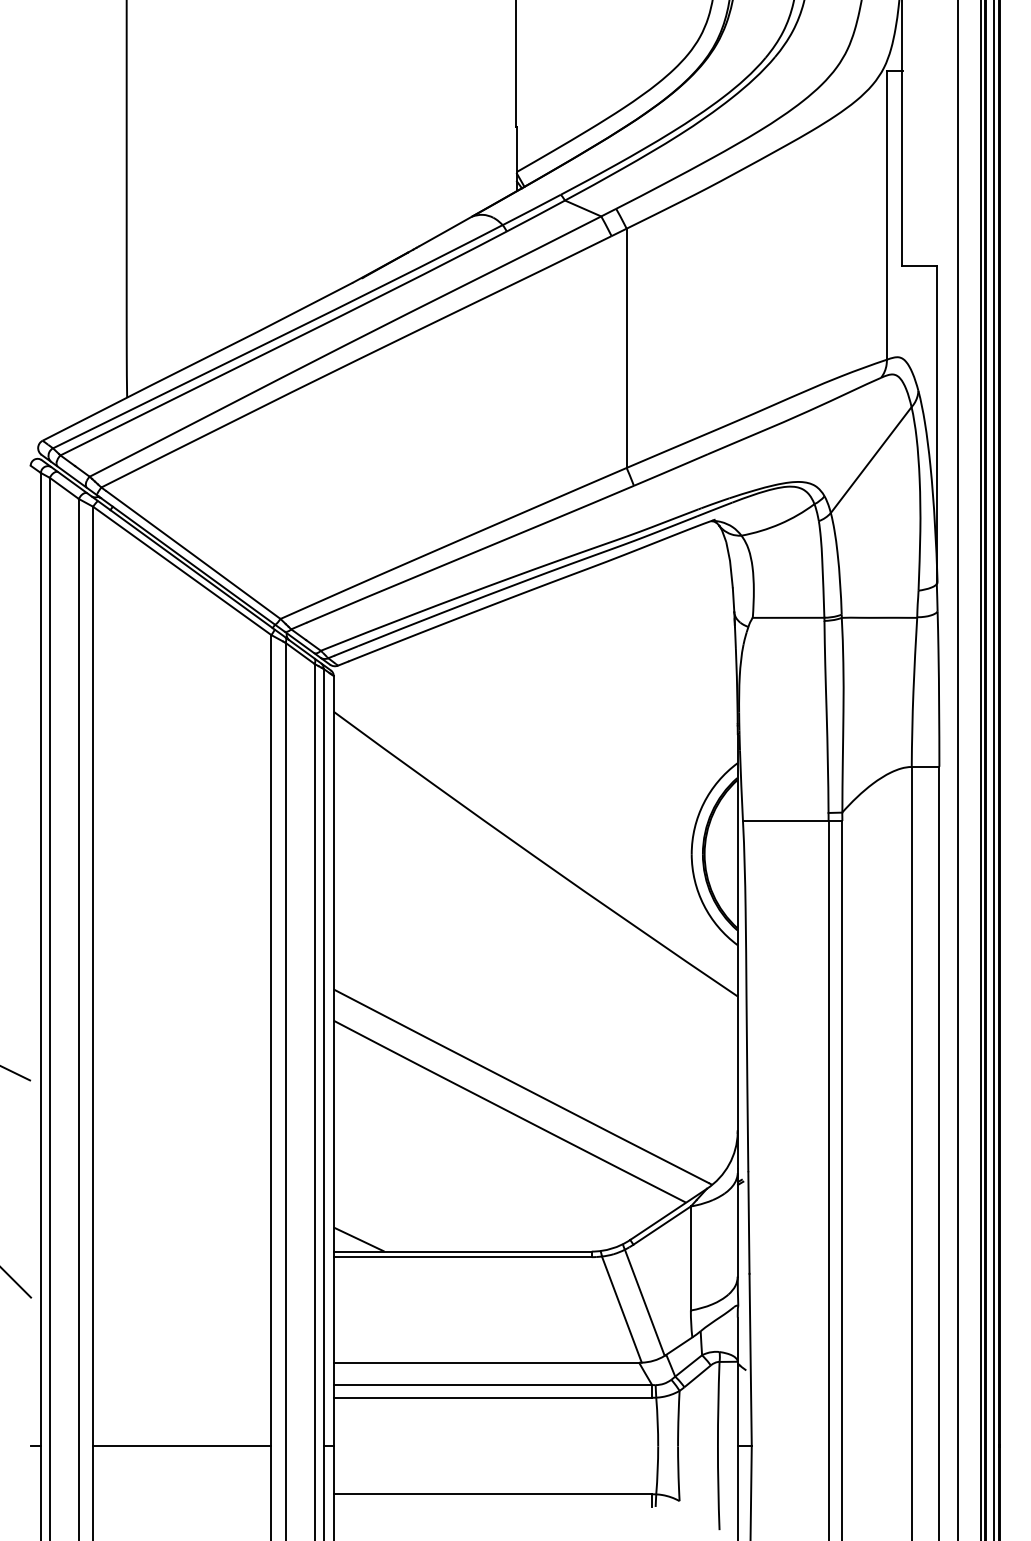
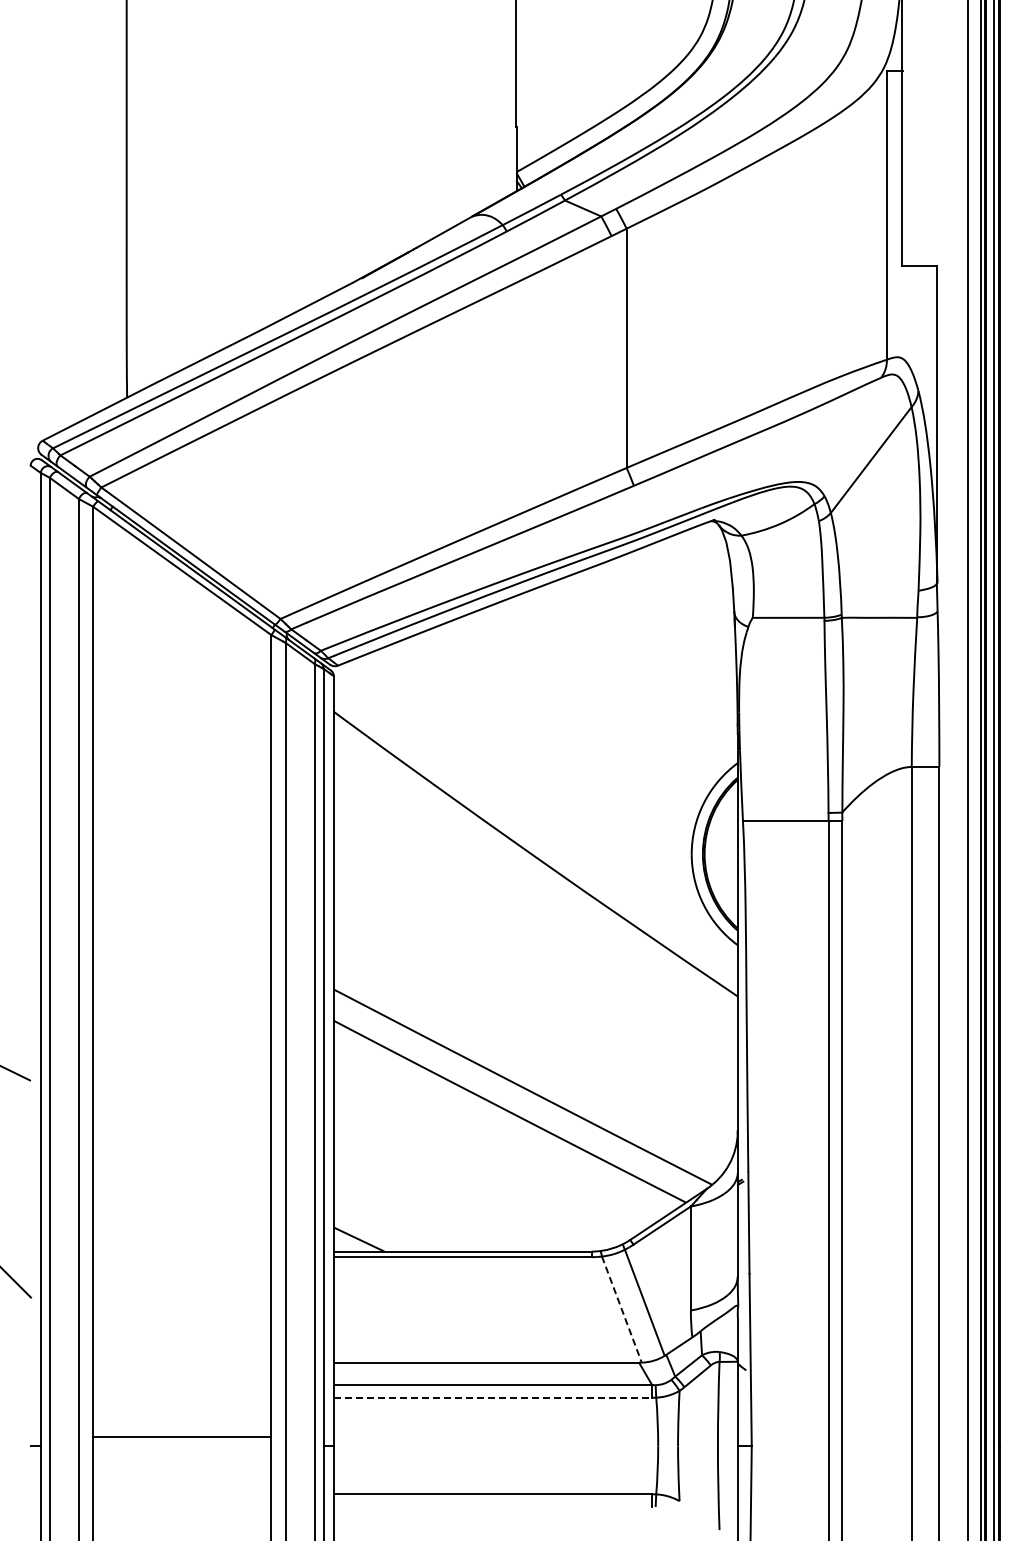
line at (957, 769) position: (957, 769) -> (967, 769)
line at (621, 1309): solid -> dashed
line at (493, 1397): solid -> dashed
line at (182, 1446) position: (182, 1446) -> (182, 1437)
